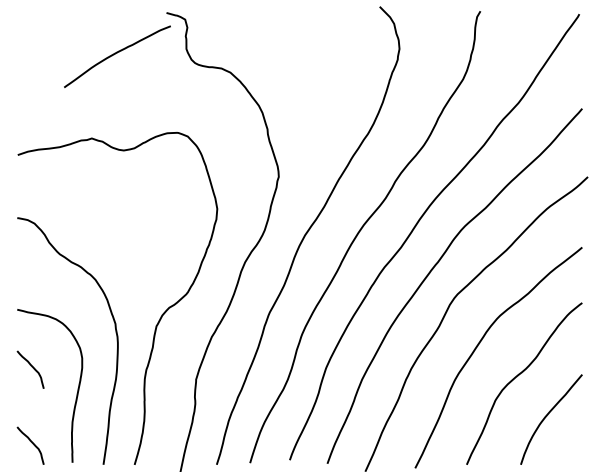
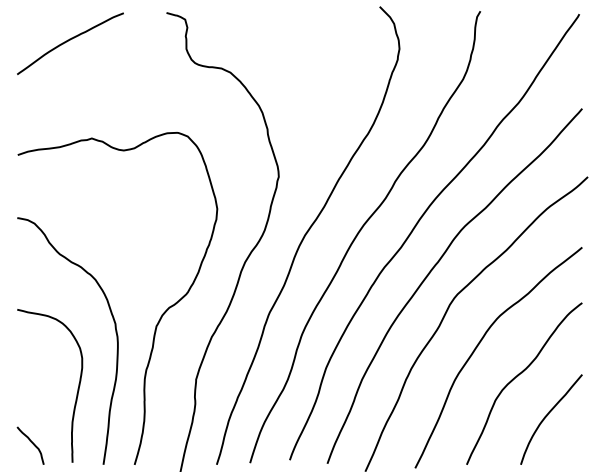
curve at (115, 54) position: (115, 54) -> (68, 41)
curve at (31, 367): present -> none
